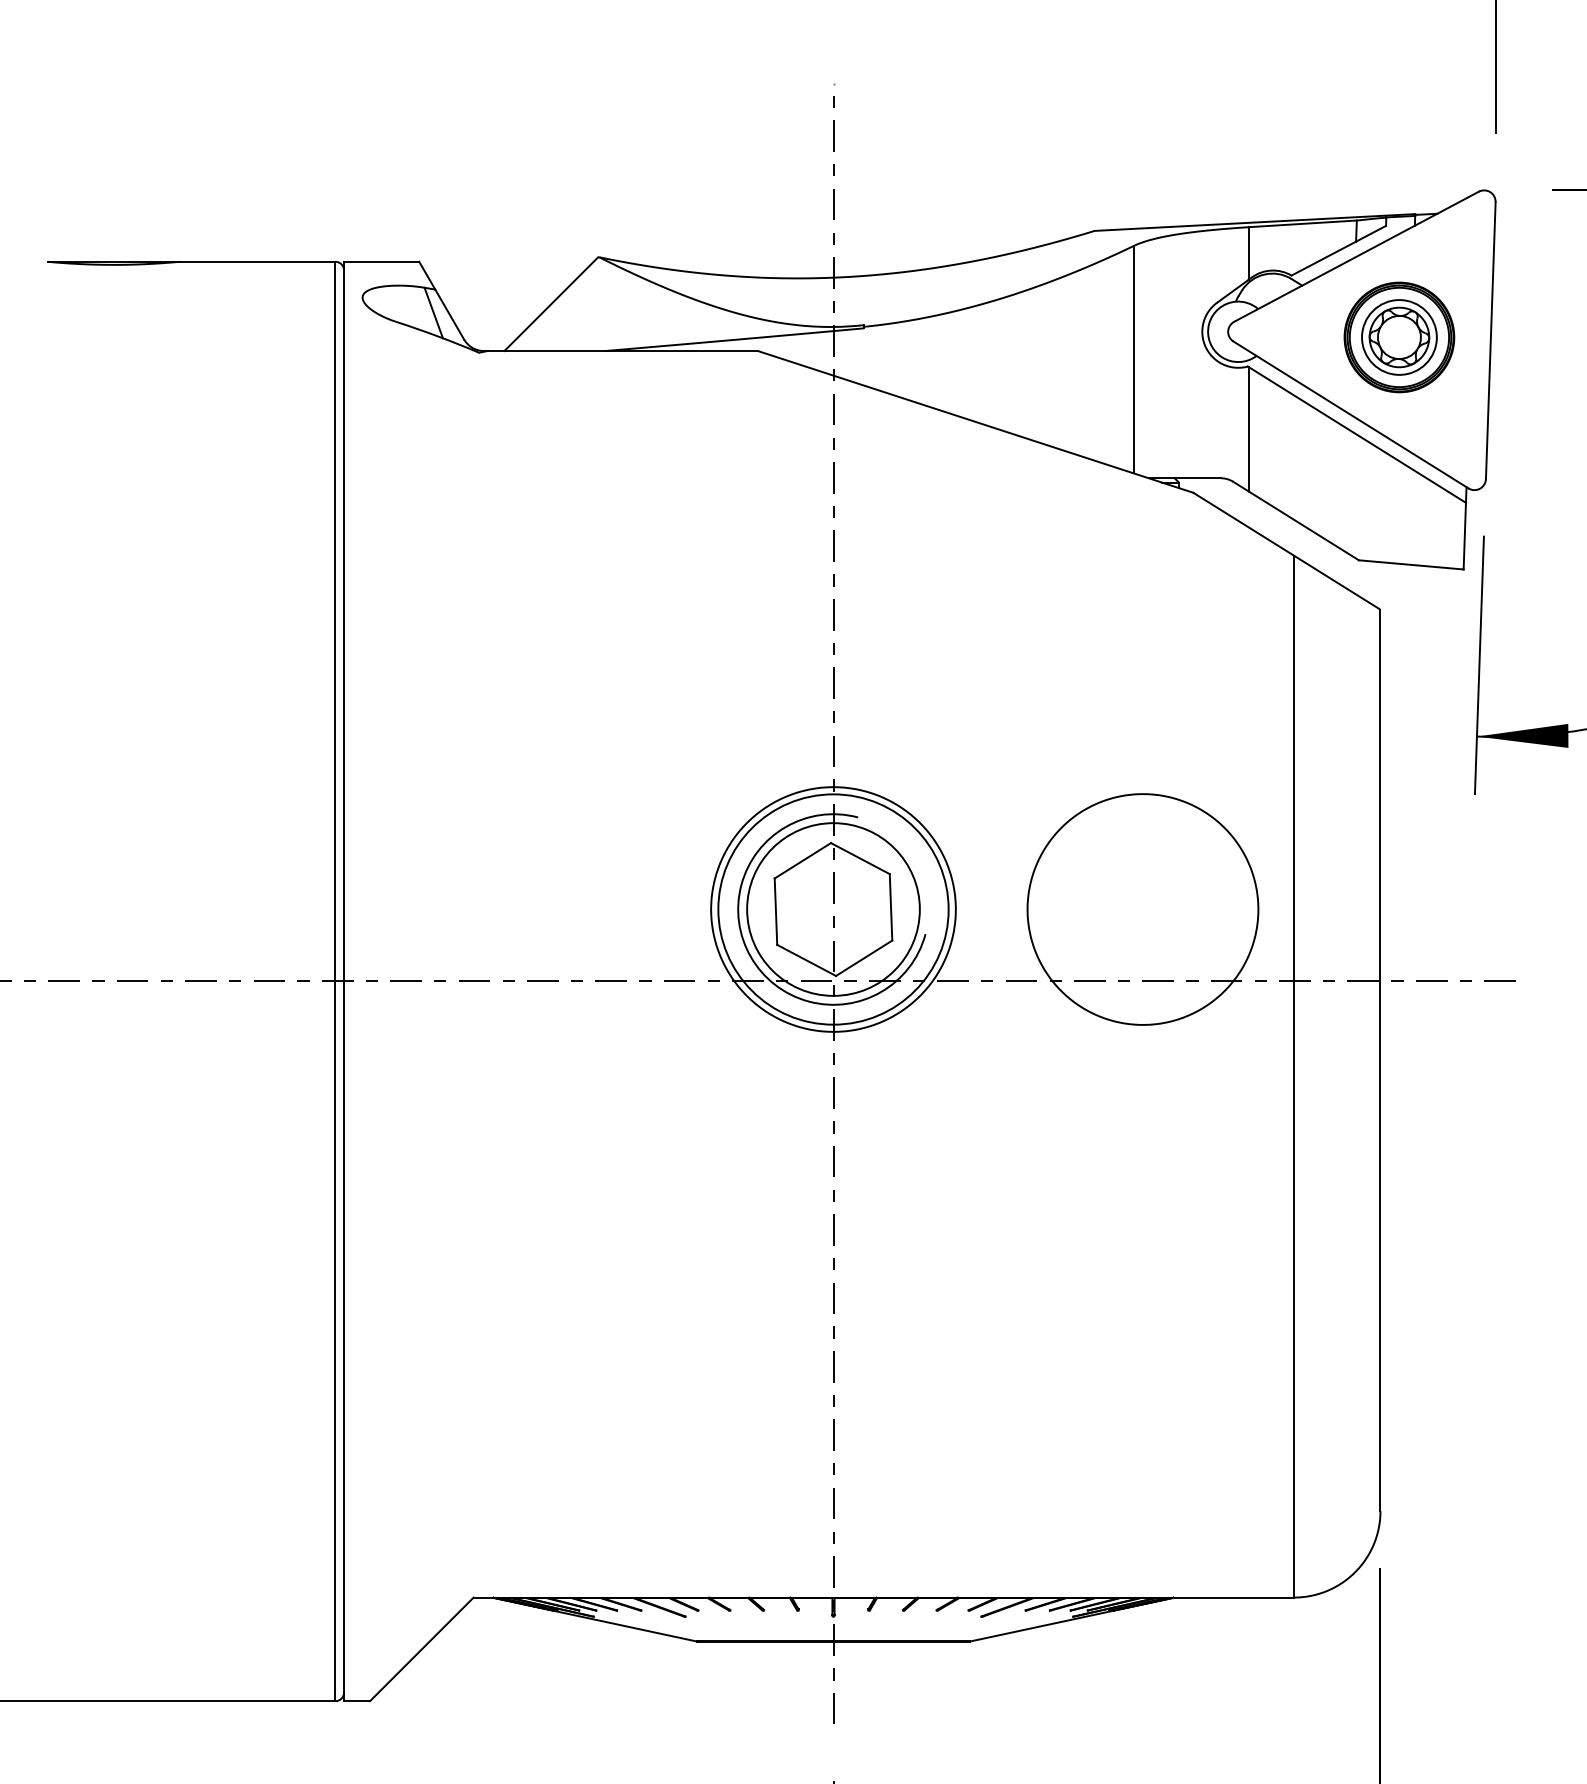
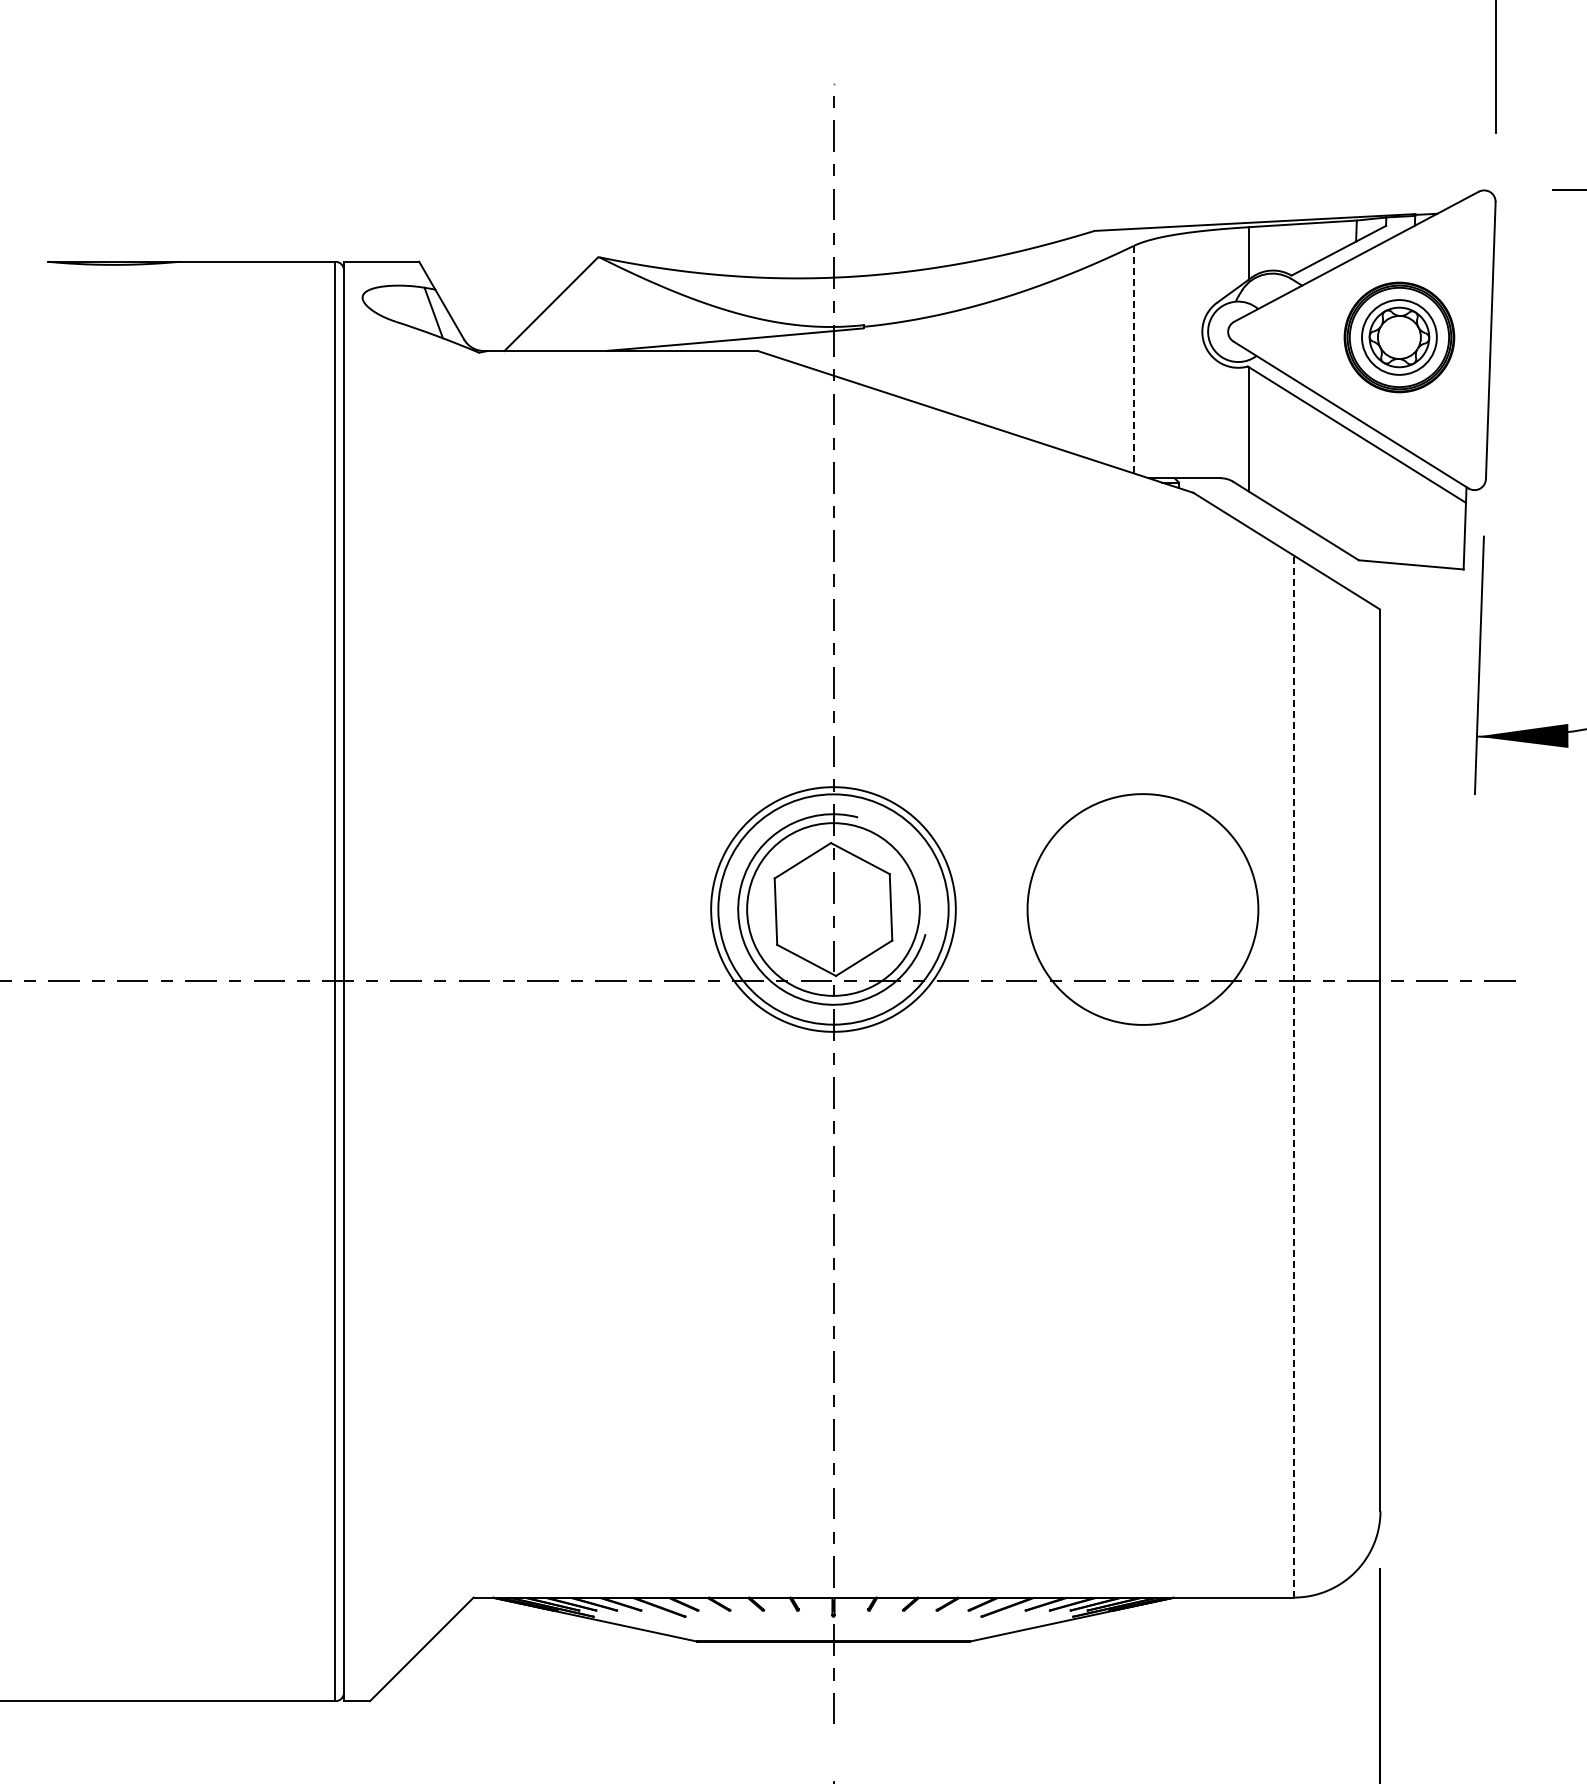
line at (1133, 359): solid -> dashed
line at (1294, 1076): solid -> dashed
